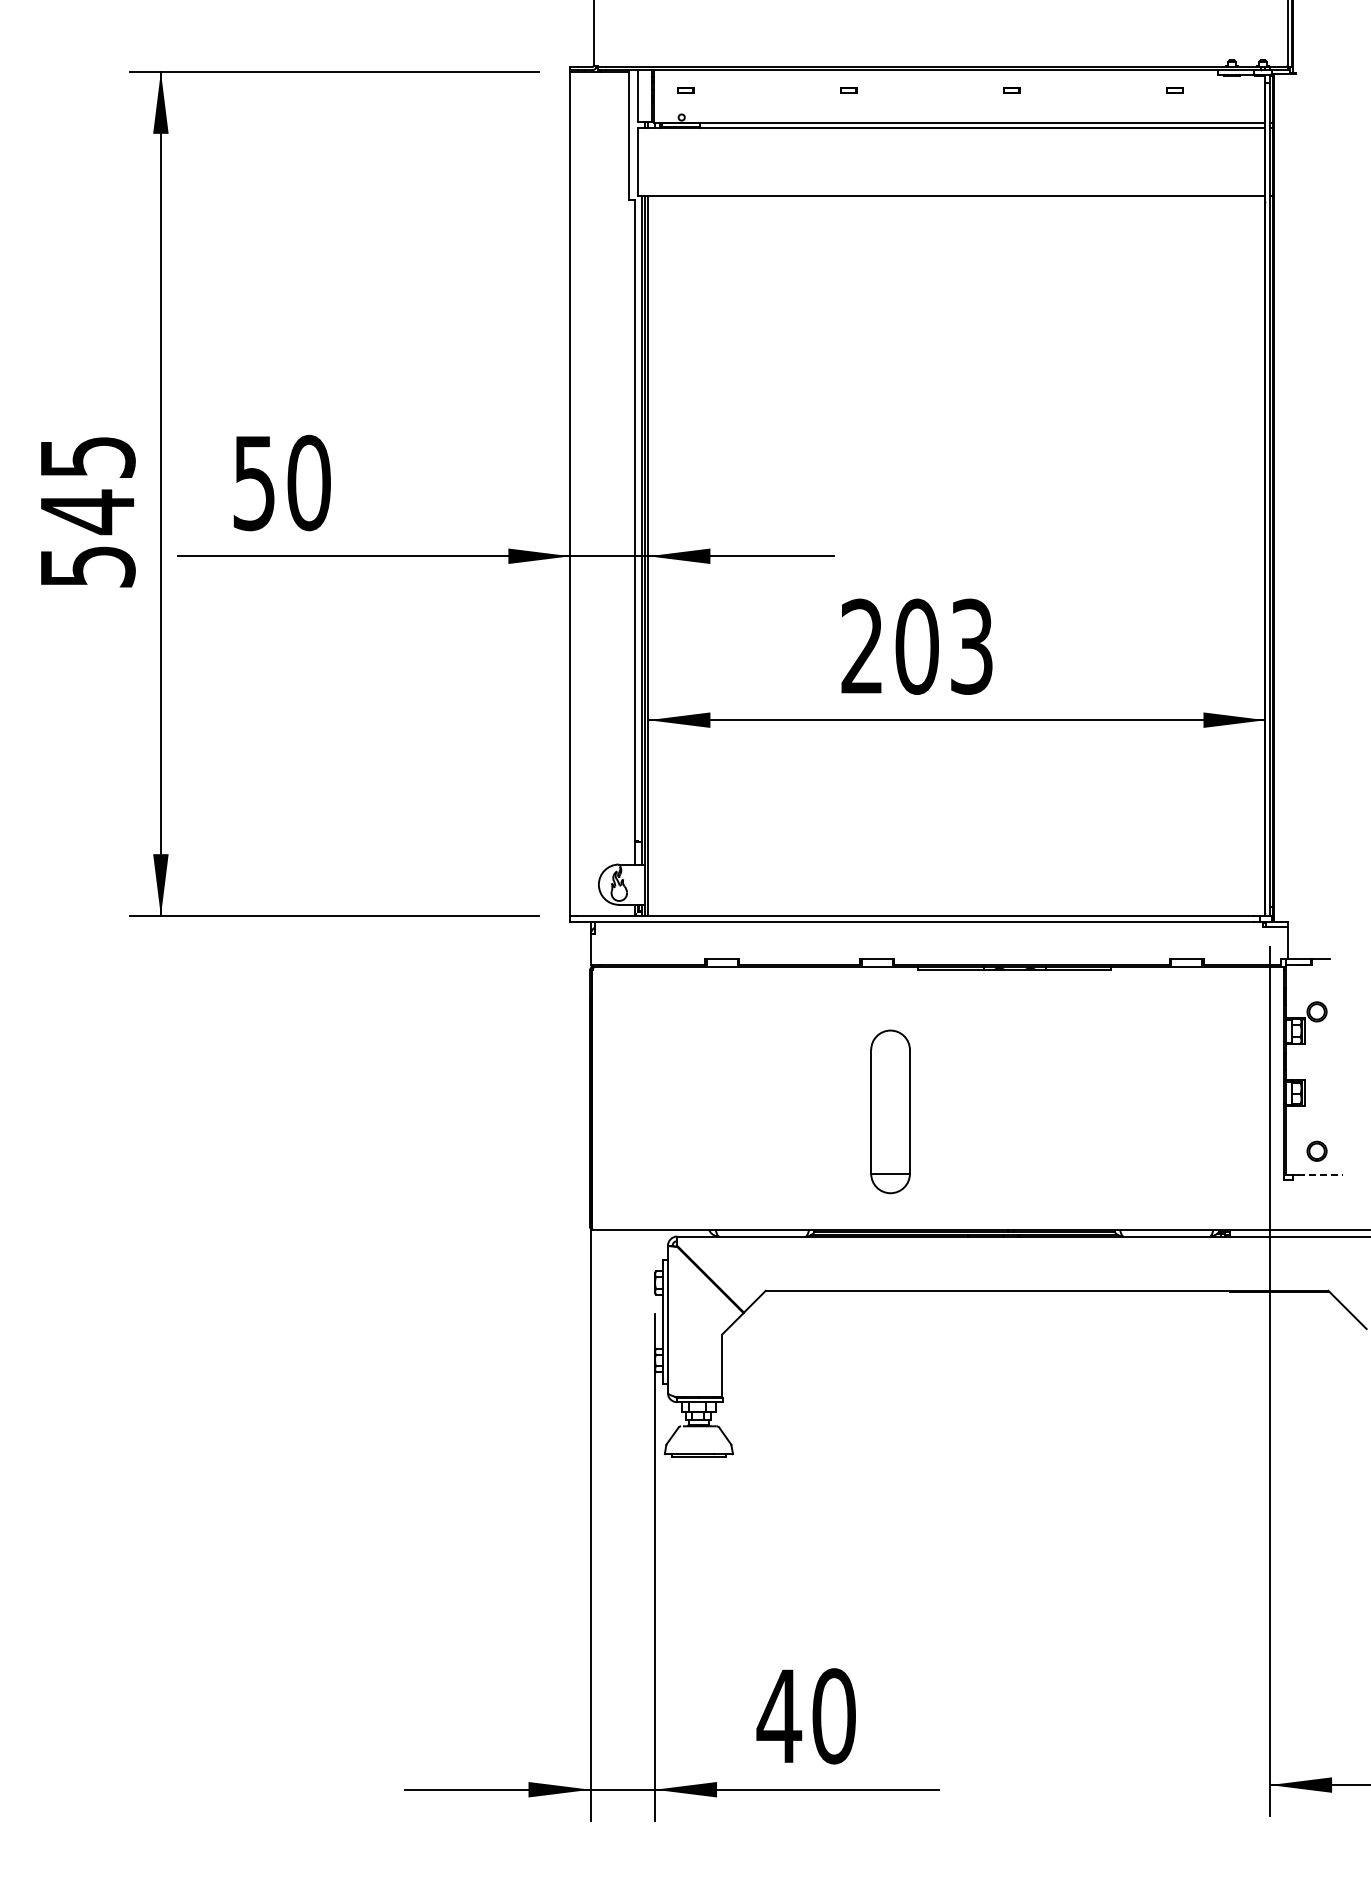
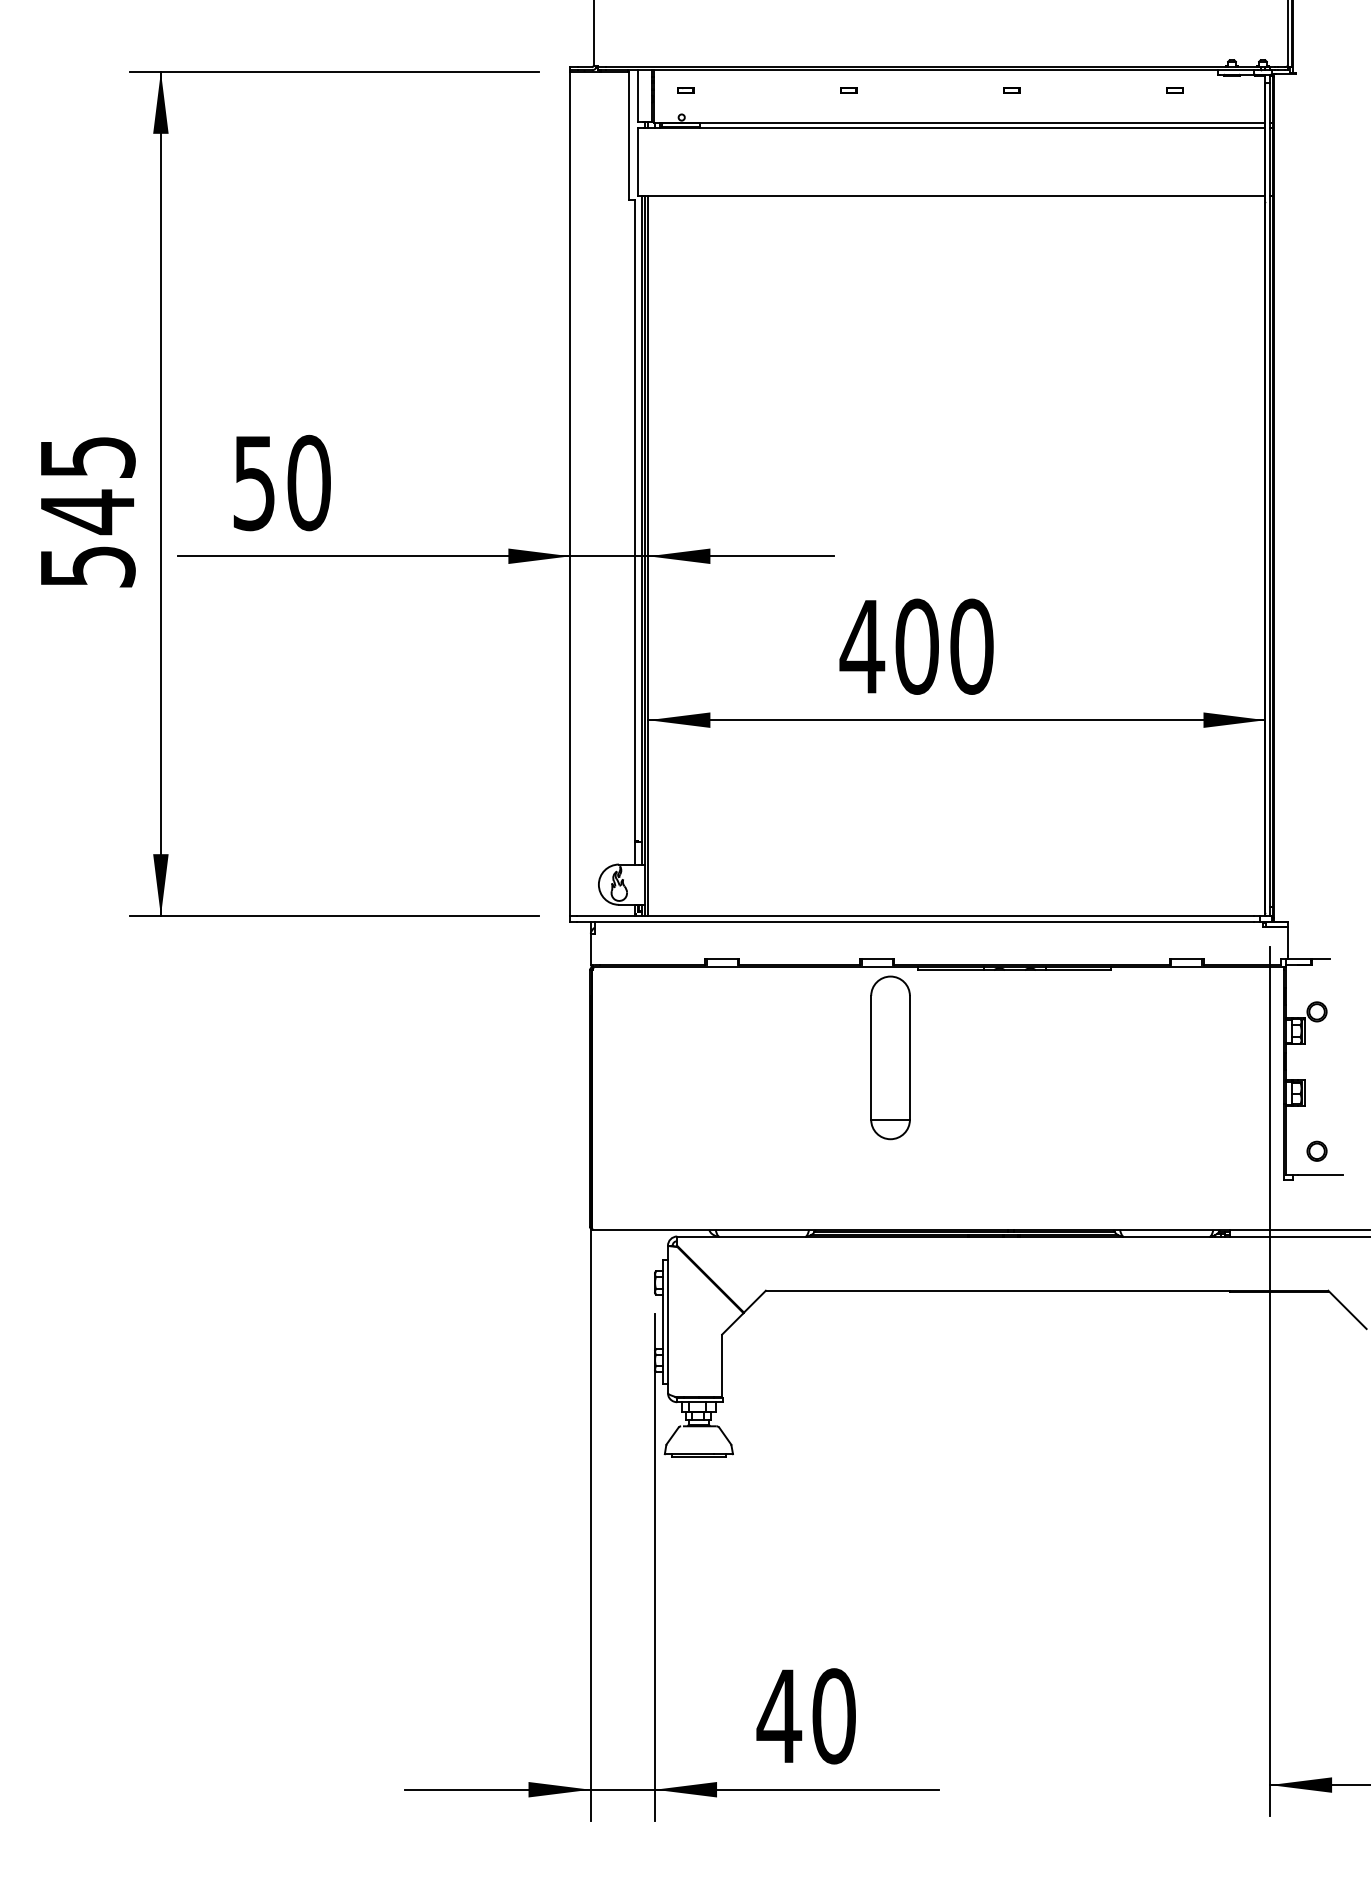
text at (916, 646): 203 -> 400
part at (890, 1111) position: (890, 1111) -> (890, 1057)
line at (1321, 1174): dashed -> solid
